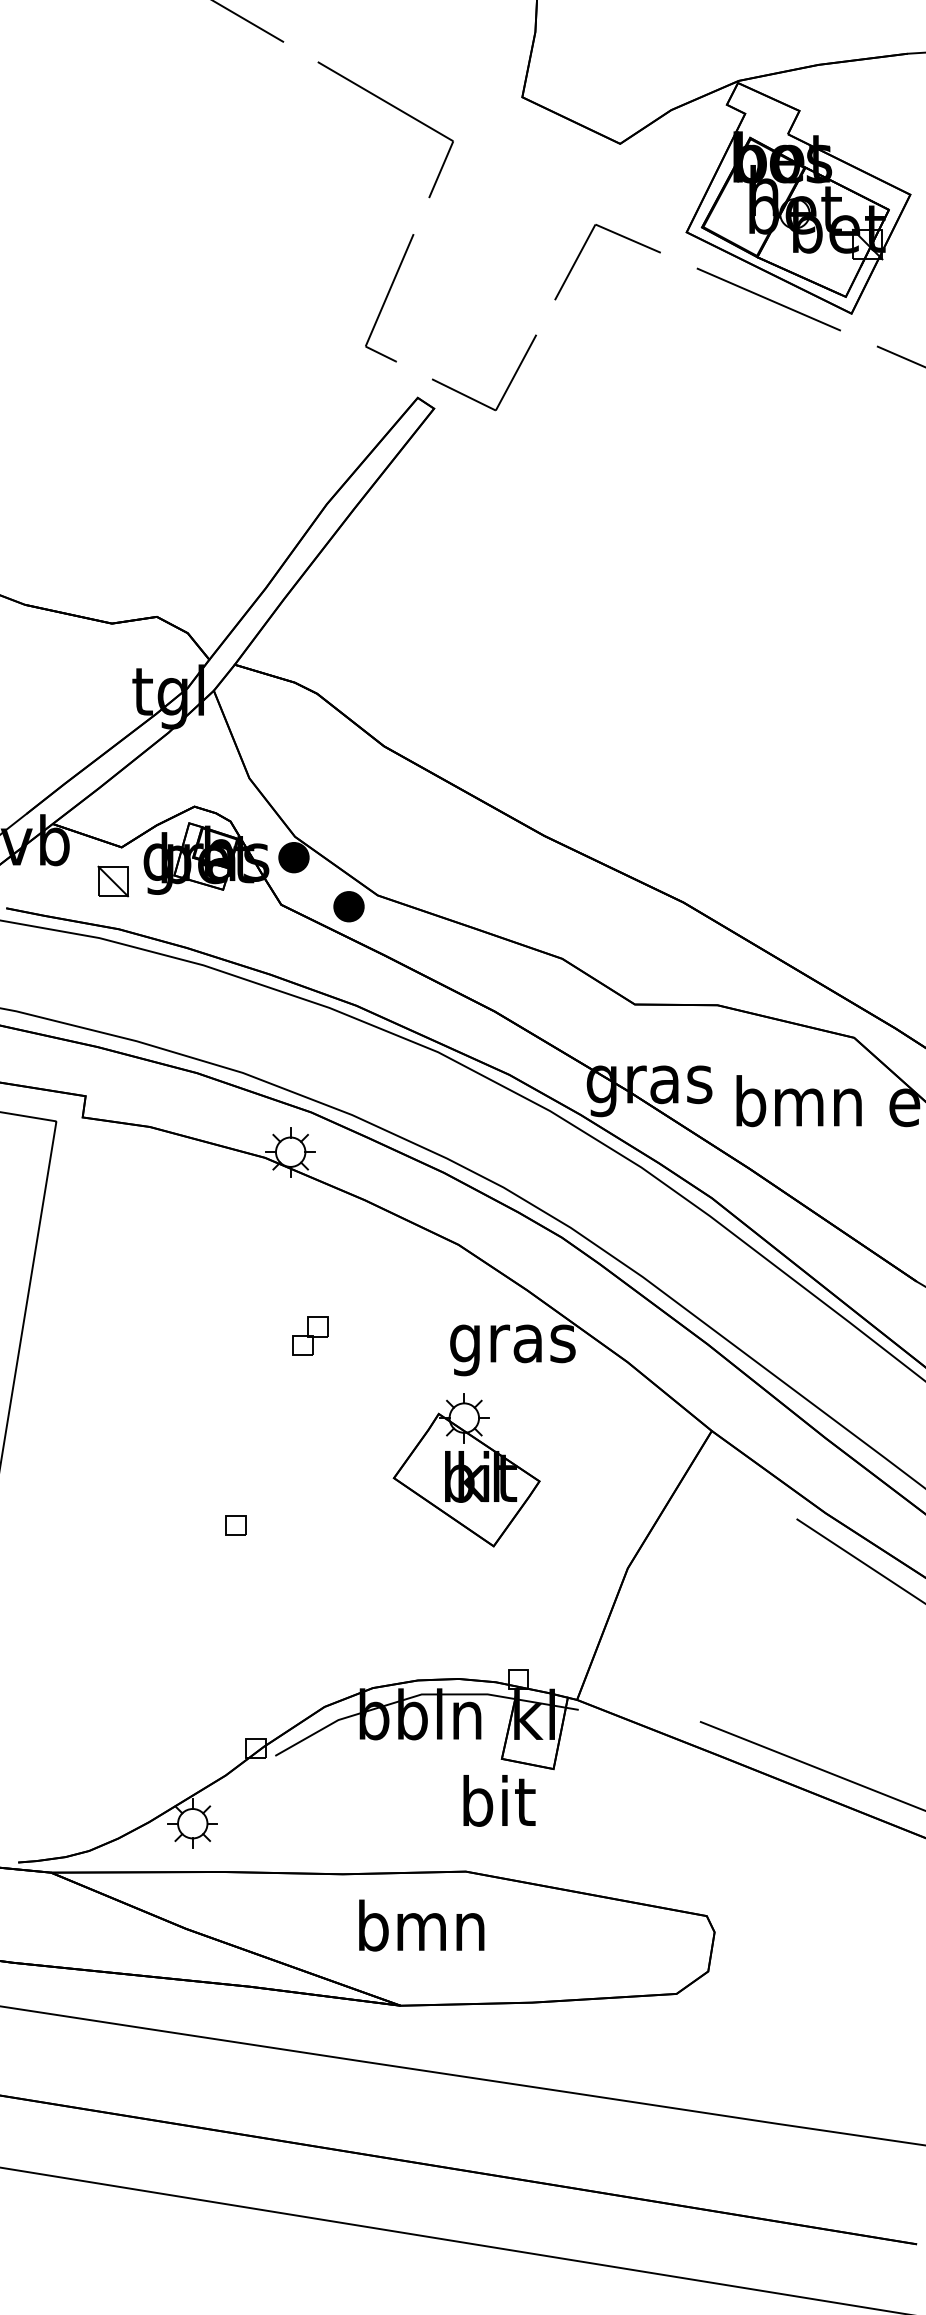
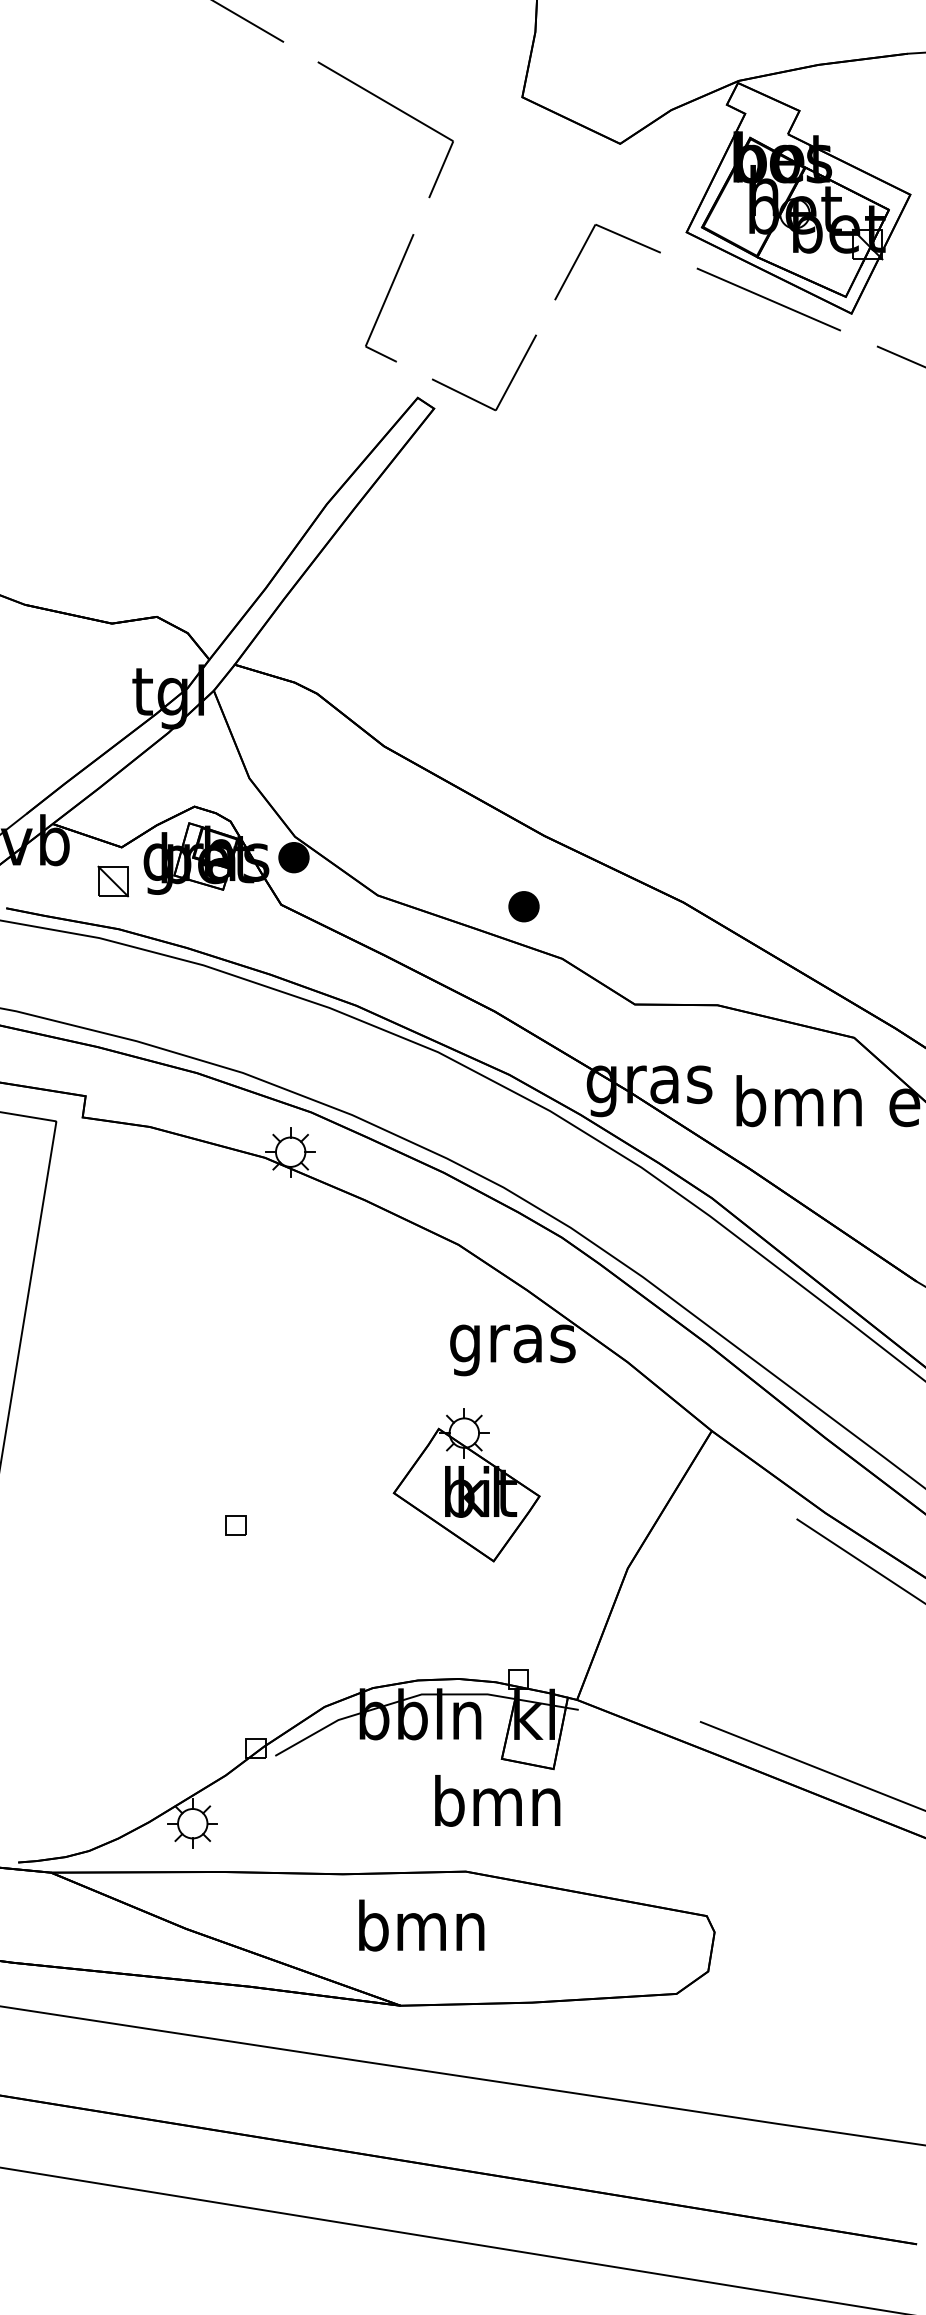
part at (348, 906) position: (348, 906) -> (523, 906)
part at (310, 1335): present -> none
part at (466, 1470) position: (466, 1470) -> (466, 1485)
text at (497, 1800): bit -> bmn
